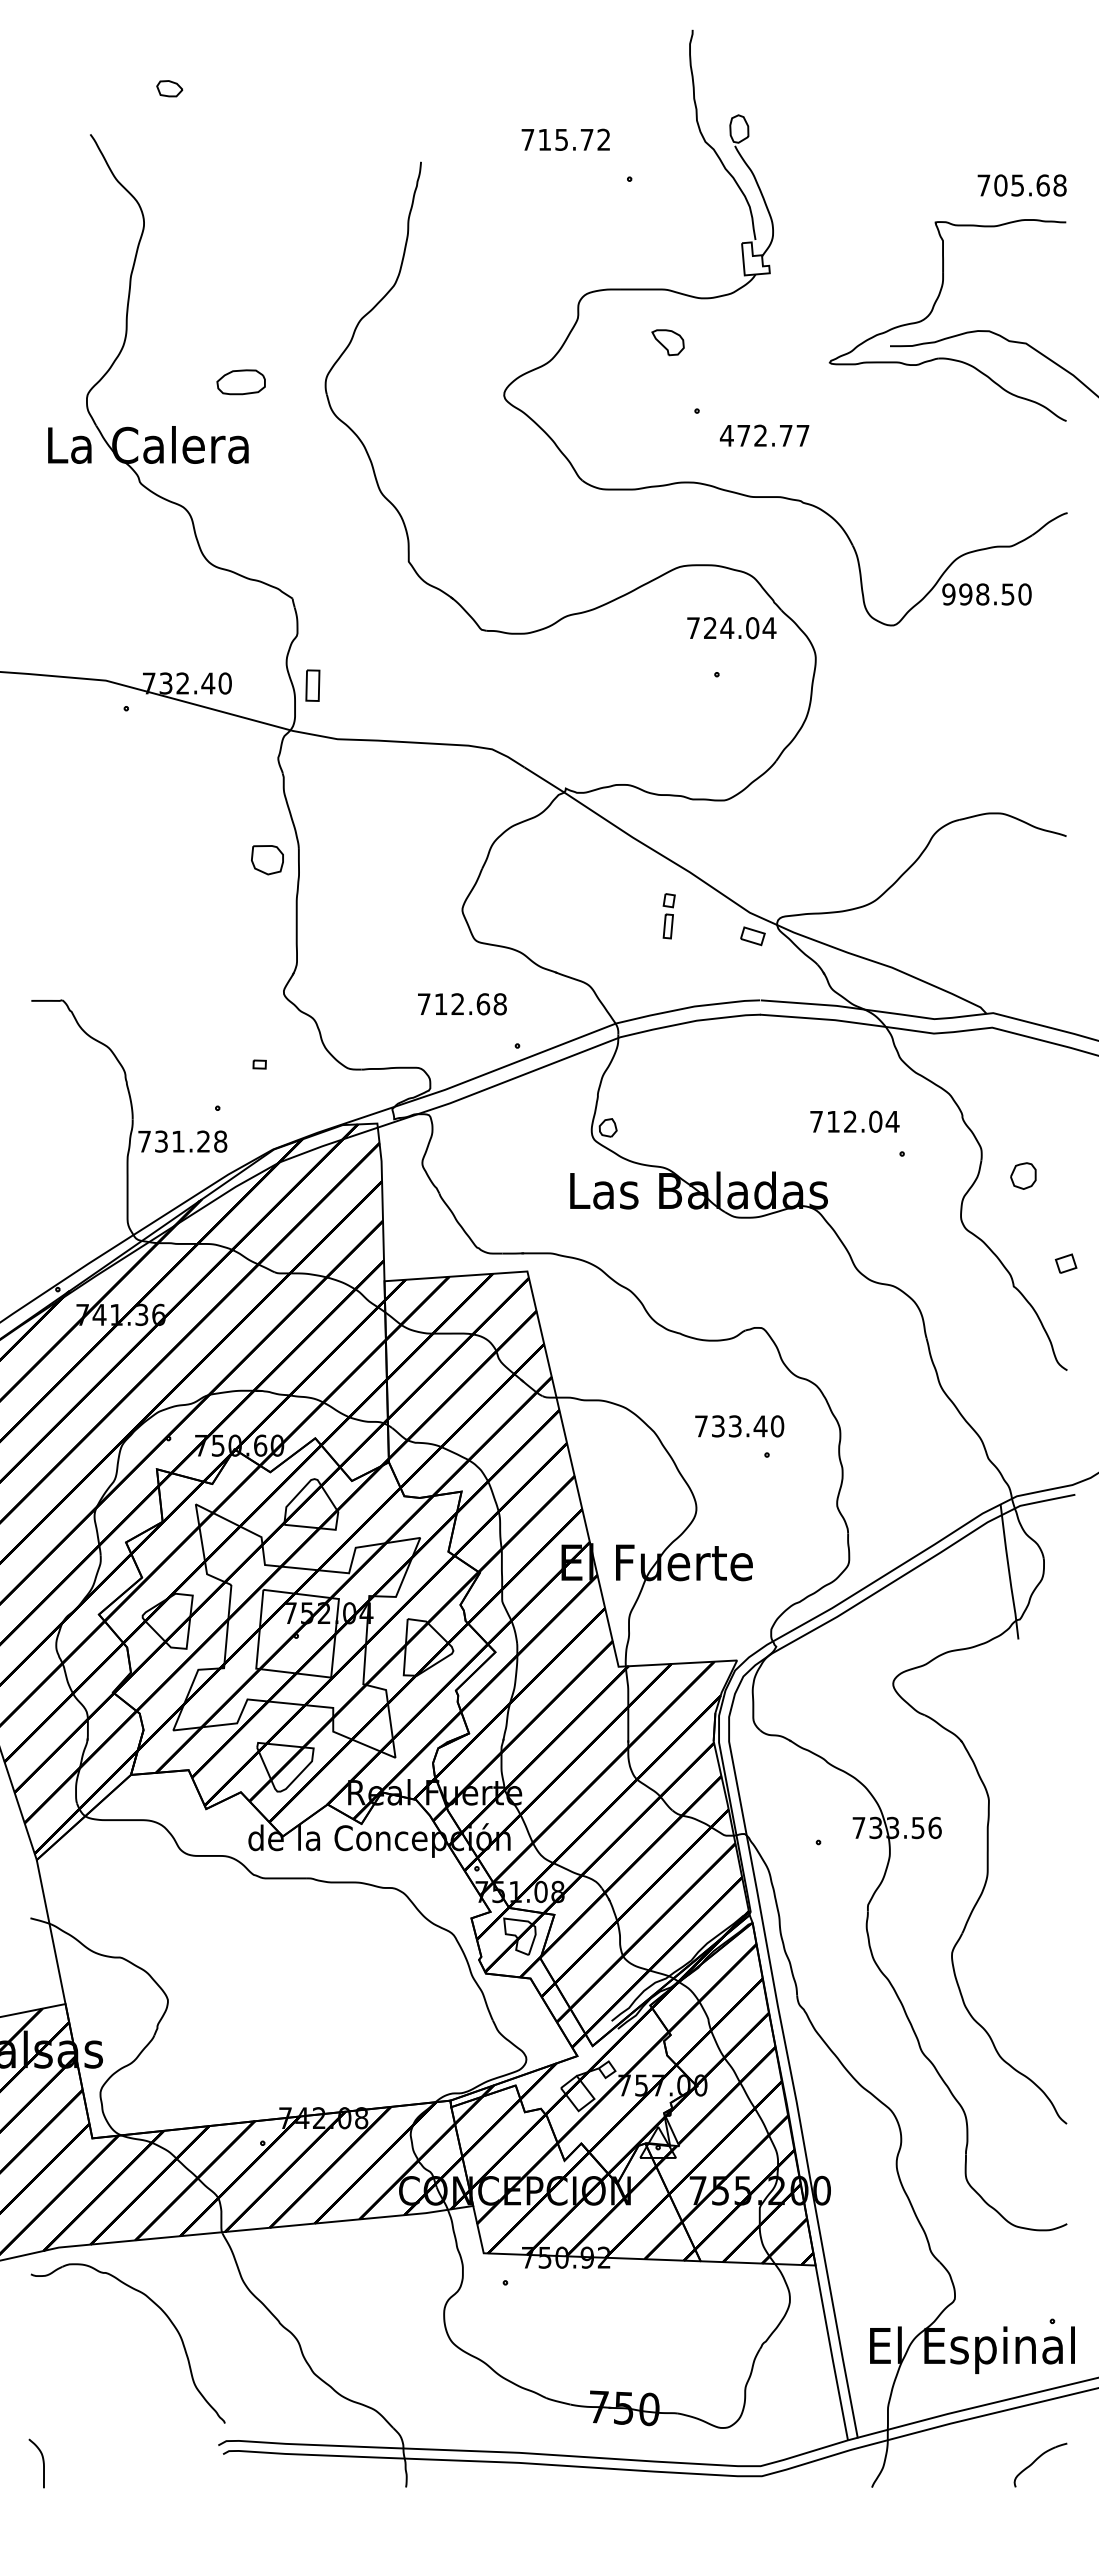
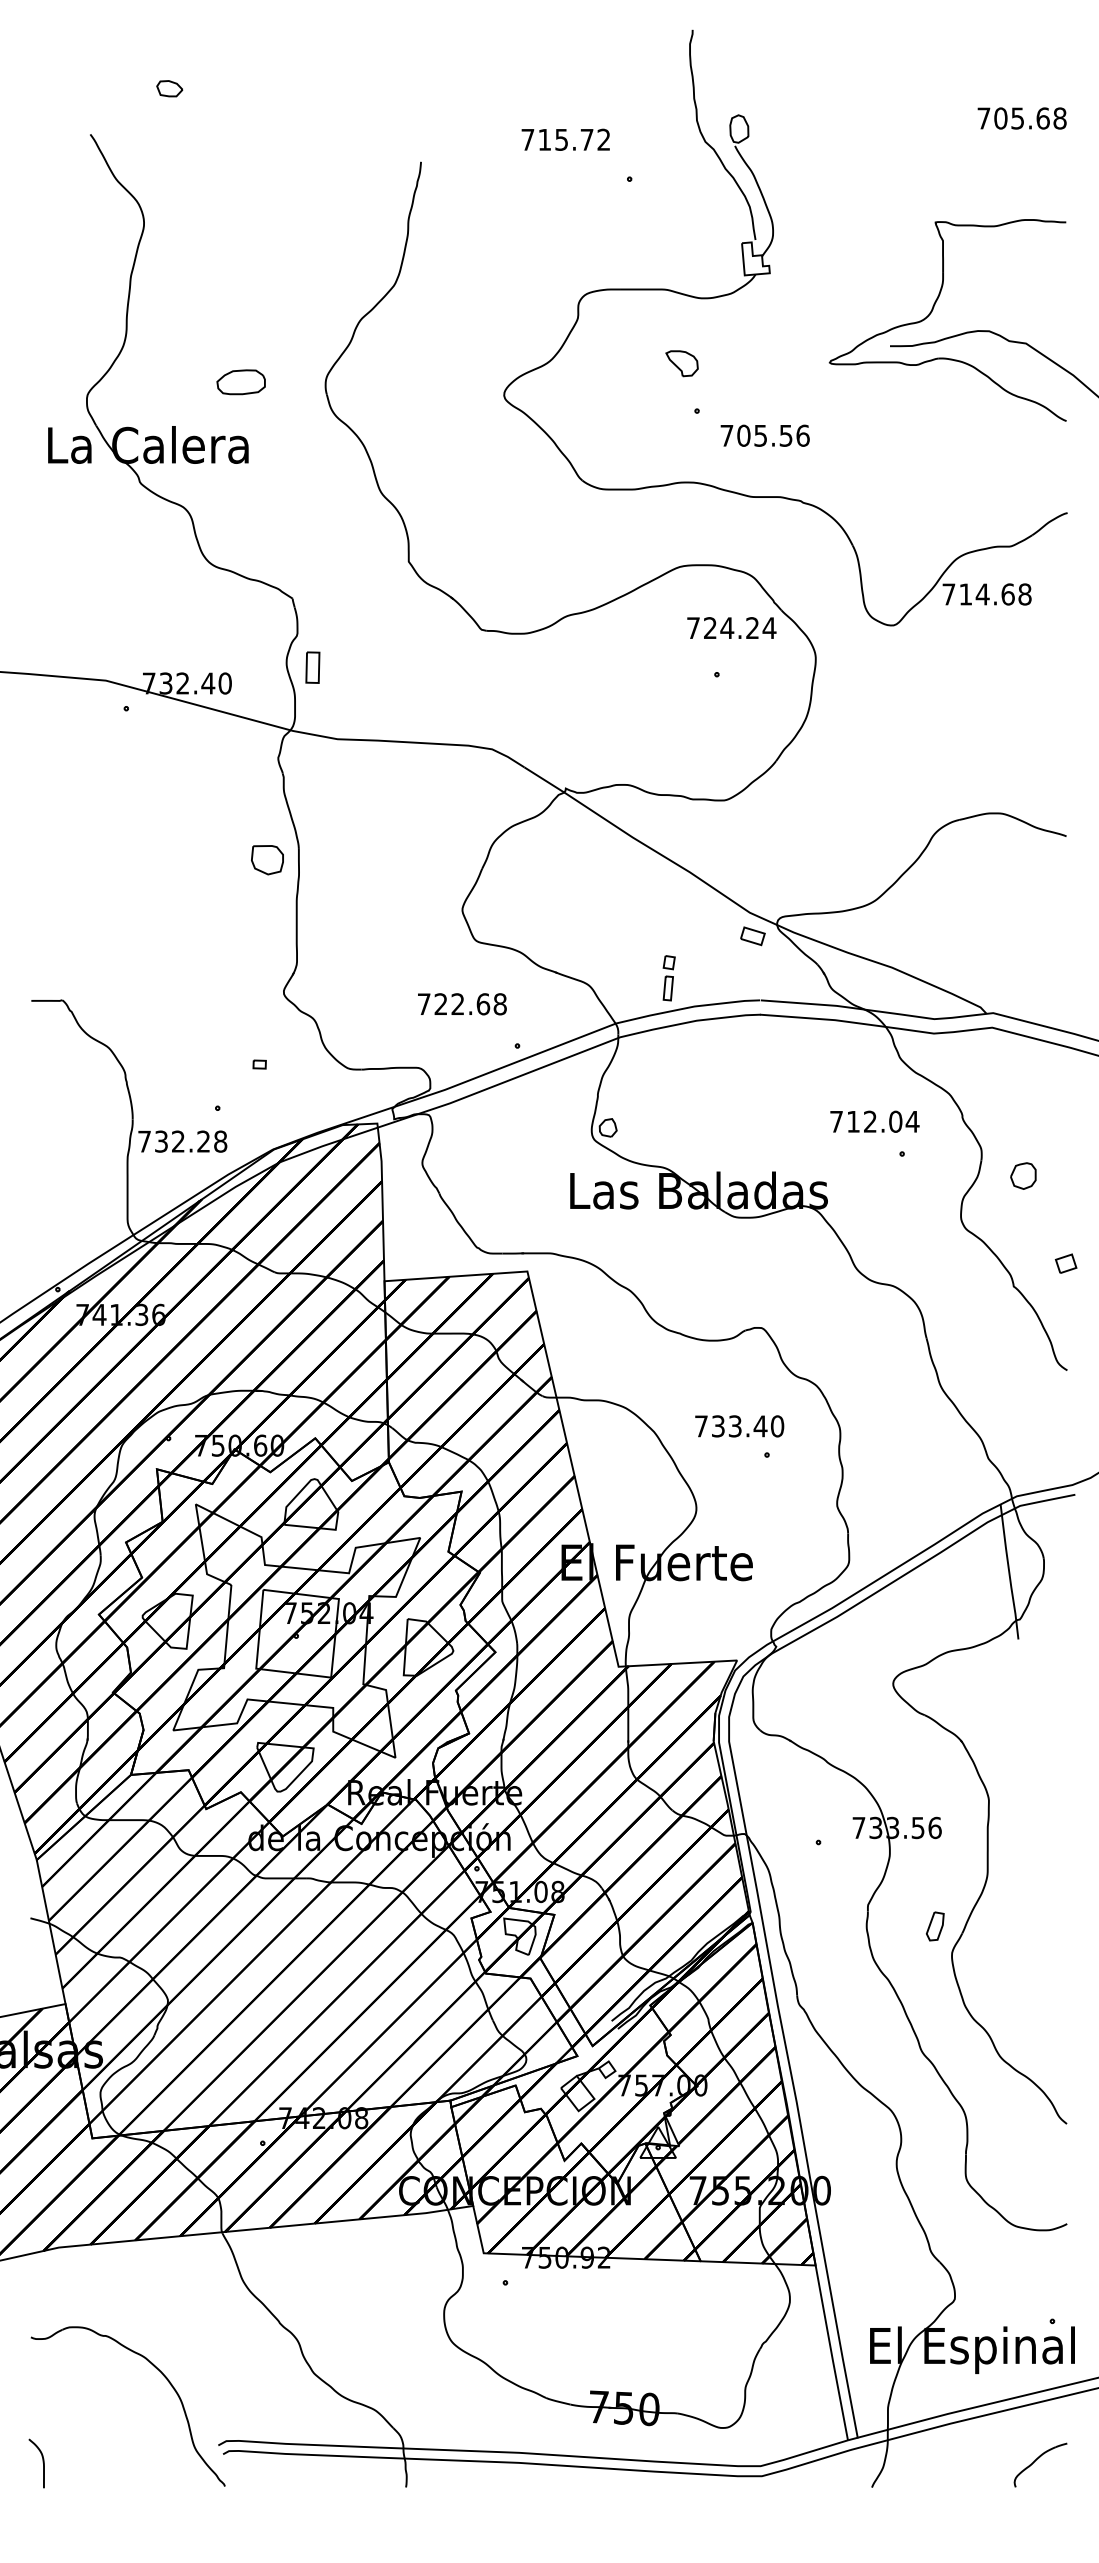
text at (1021, 185) position: (1021, 185) -> (1021, 118)
part at (667, 342) position: (667, 342) -> (681, 363)
text at (764, 435): 472.77 -> 705.56
text at (986, 594): 998.50 -> 714.68
text at (752, 628): 724.04 -> 724.24
part at (312, 685) position: (312, 685) -> (312, 667)
part at (668, 916) position: (668, 916) -> (668, 978)
text at (440, 1003): 712.68 -> 722.68
text at (854, 1121) position: (854, 1121) -> (874, 1121)
text at (178, 1141): 731.28 -> 732.28
part at (935, 1926): none -> present
hatch at (307, 1953): none -> present
part at (163, 2313) position: (163, 2313) -> (163, 2376)
